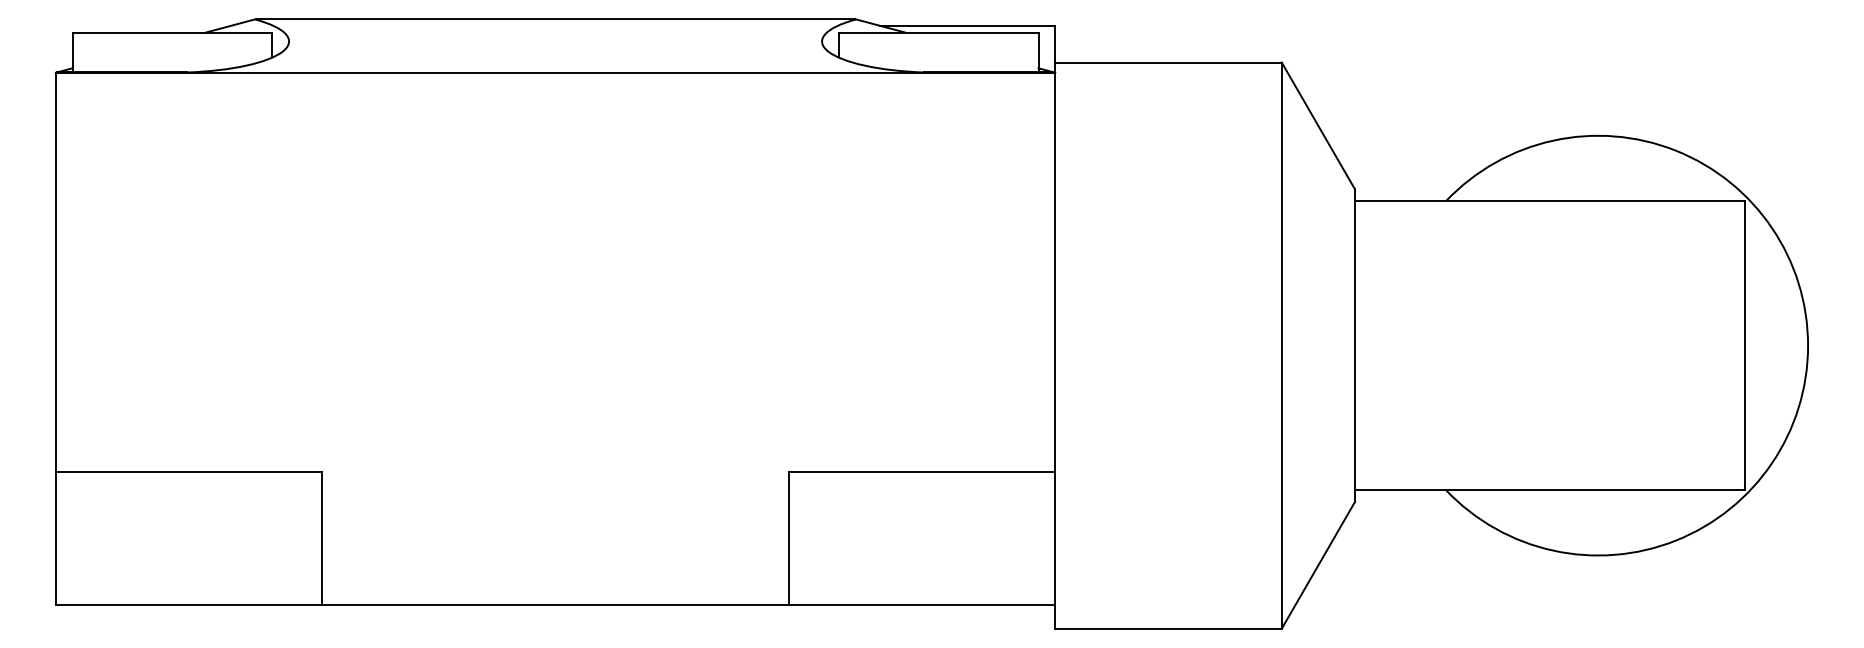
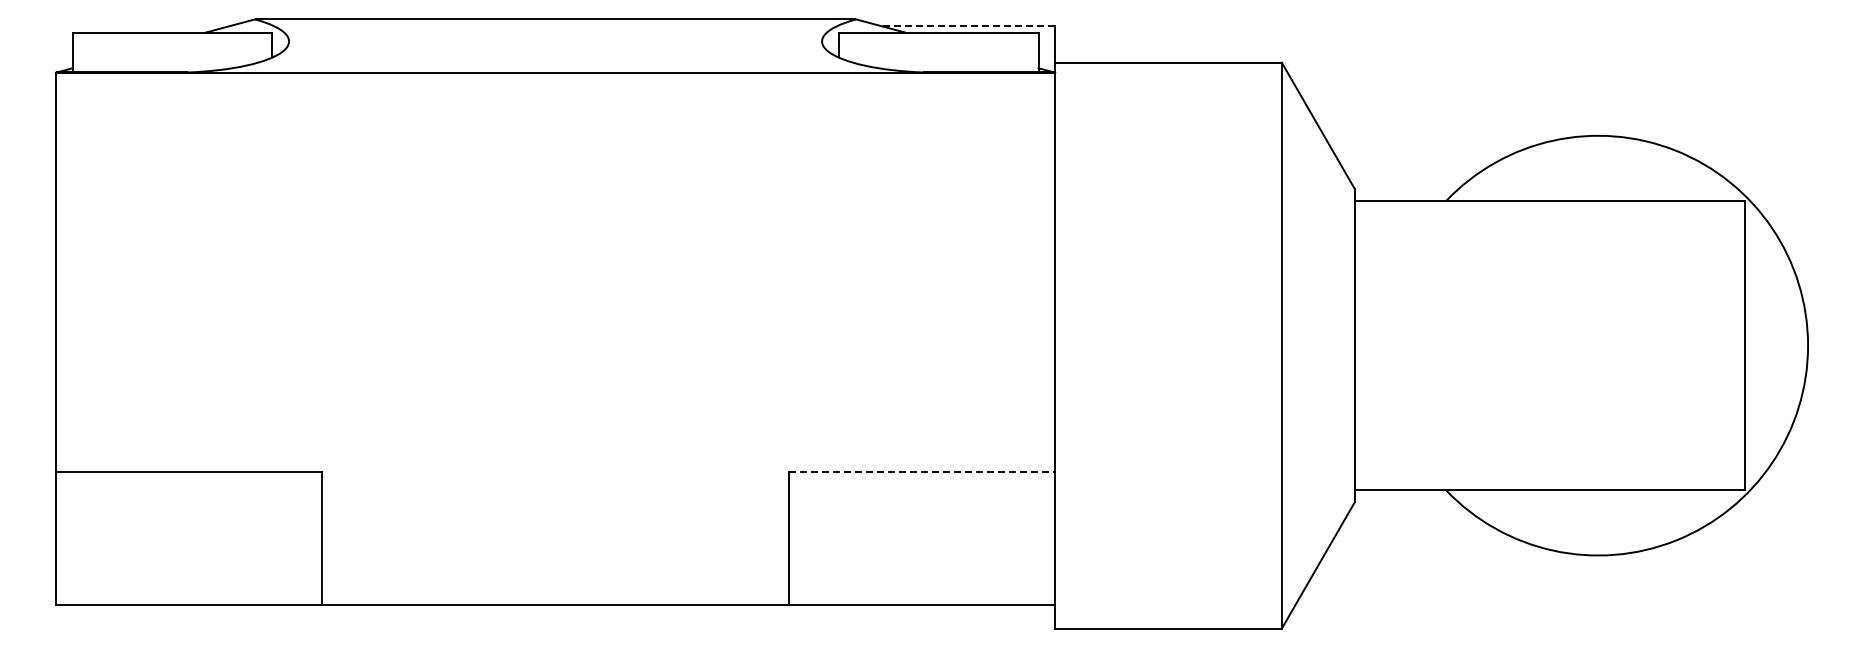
line at (967, 25): solid -> dashed
line at (922, 472): solid -> dashed
